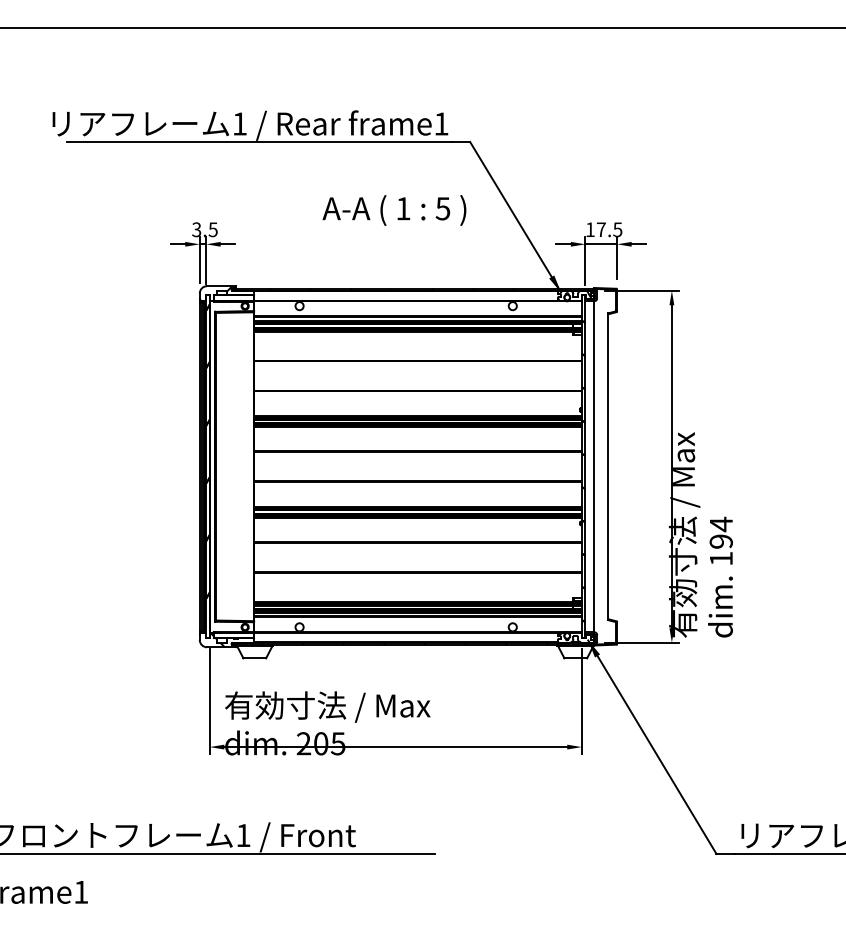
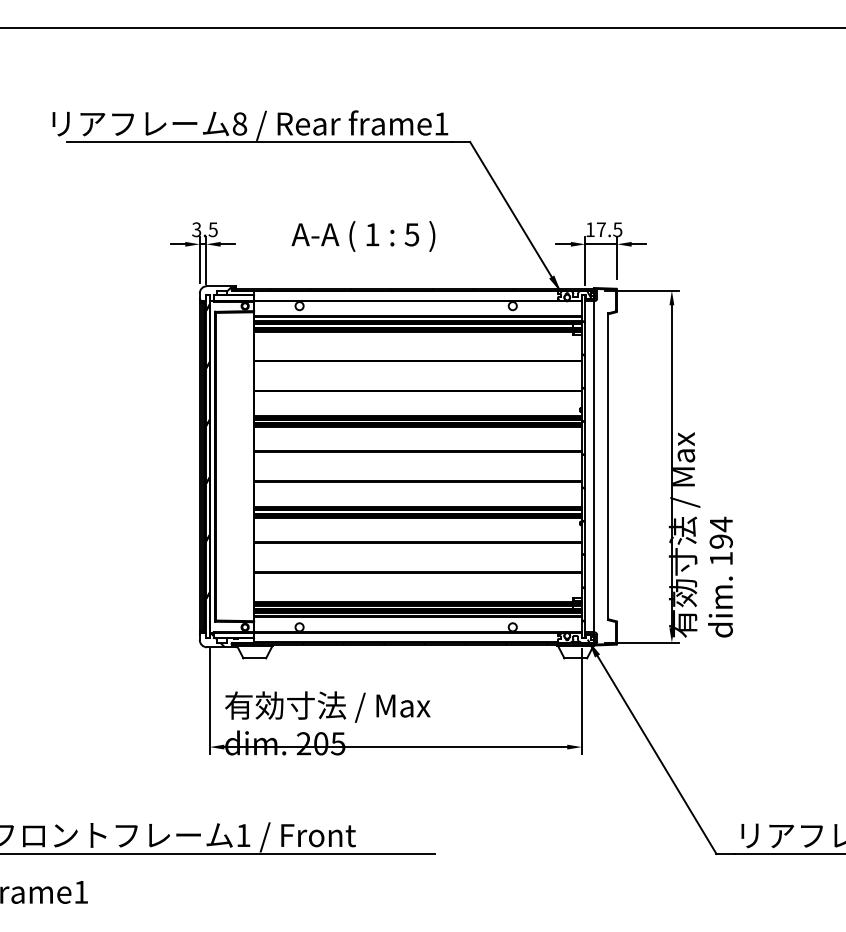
text at (239, 123): 1 -> 8
text at (394, 210) position: (394, 210) -> (363, 236)
